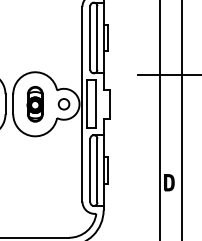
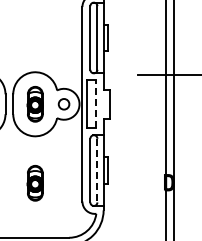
line at (96, 104): solid -> dashed
line at (160, 119) position: (160, 119) -> (166, 119)
line at (182, 119) position: (182, 119) -> (174, 119)
line at (97, 170): solid -> dashed
part at (34, 183): none -> present
